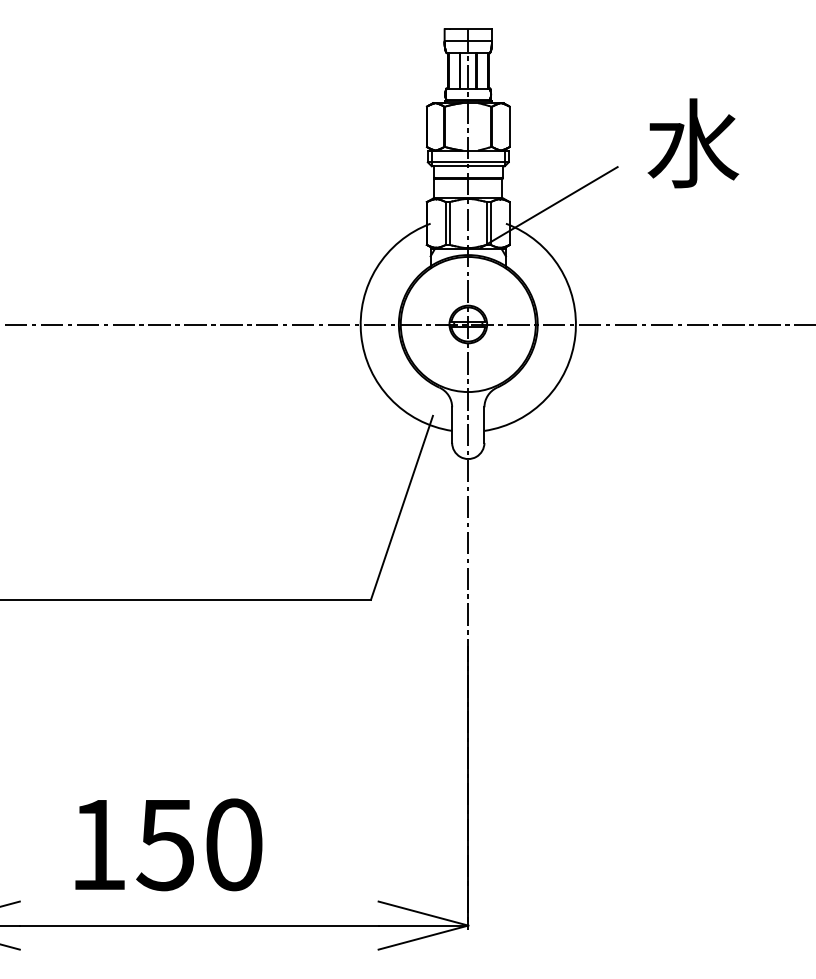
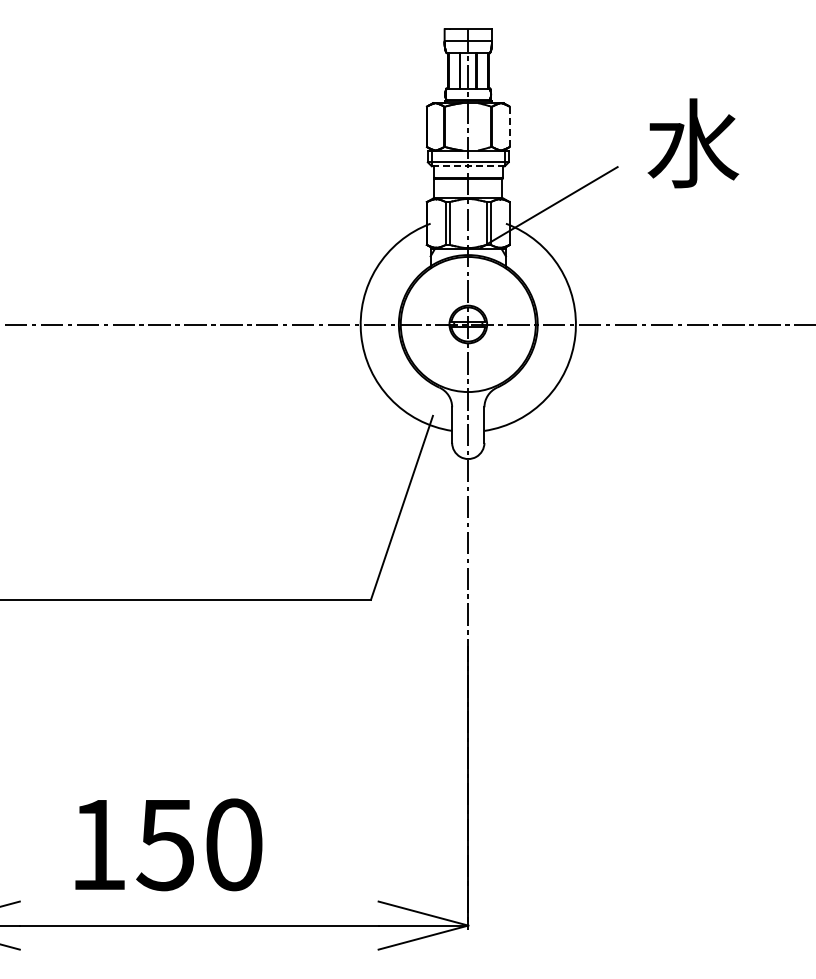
line at (509, 127): solid -> dashed
line at (468, 166): solid -> dashed
